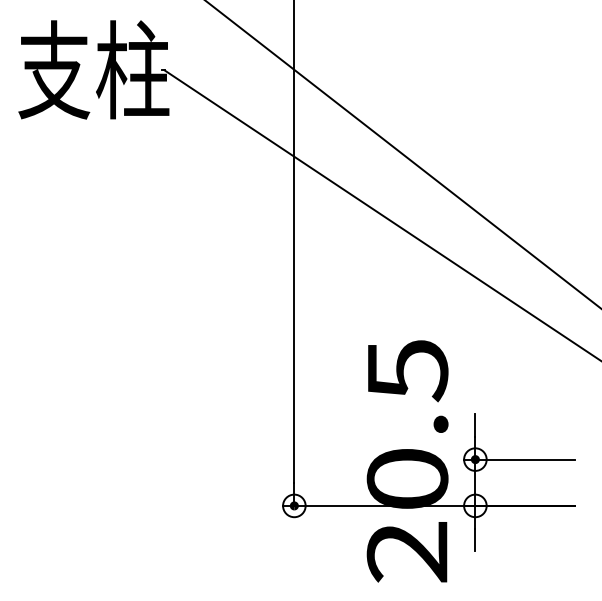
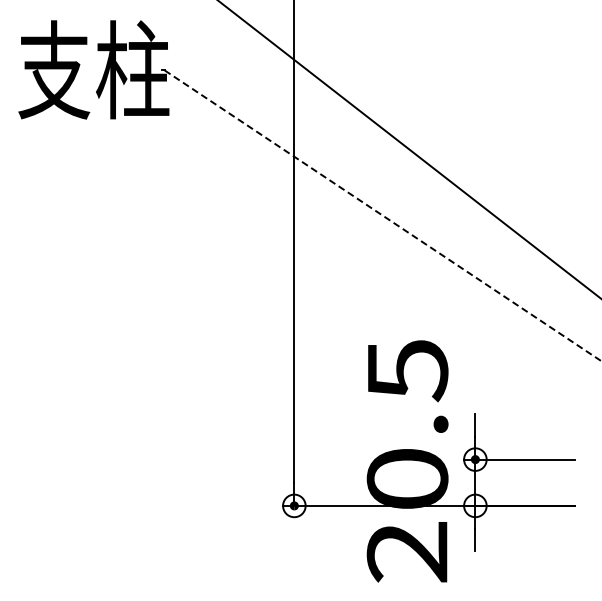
line at (402, 154) position: (402, 154) -> (409, 149)
line at (383, 216): solid -> dashed
